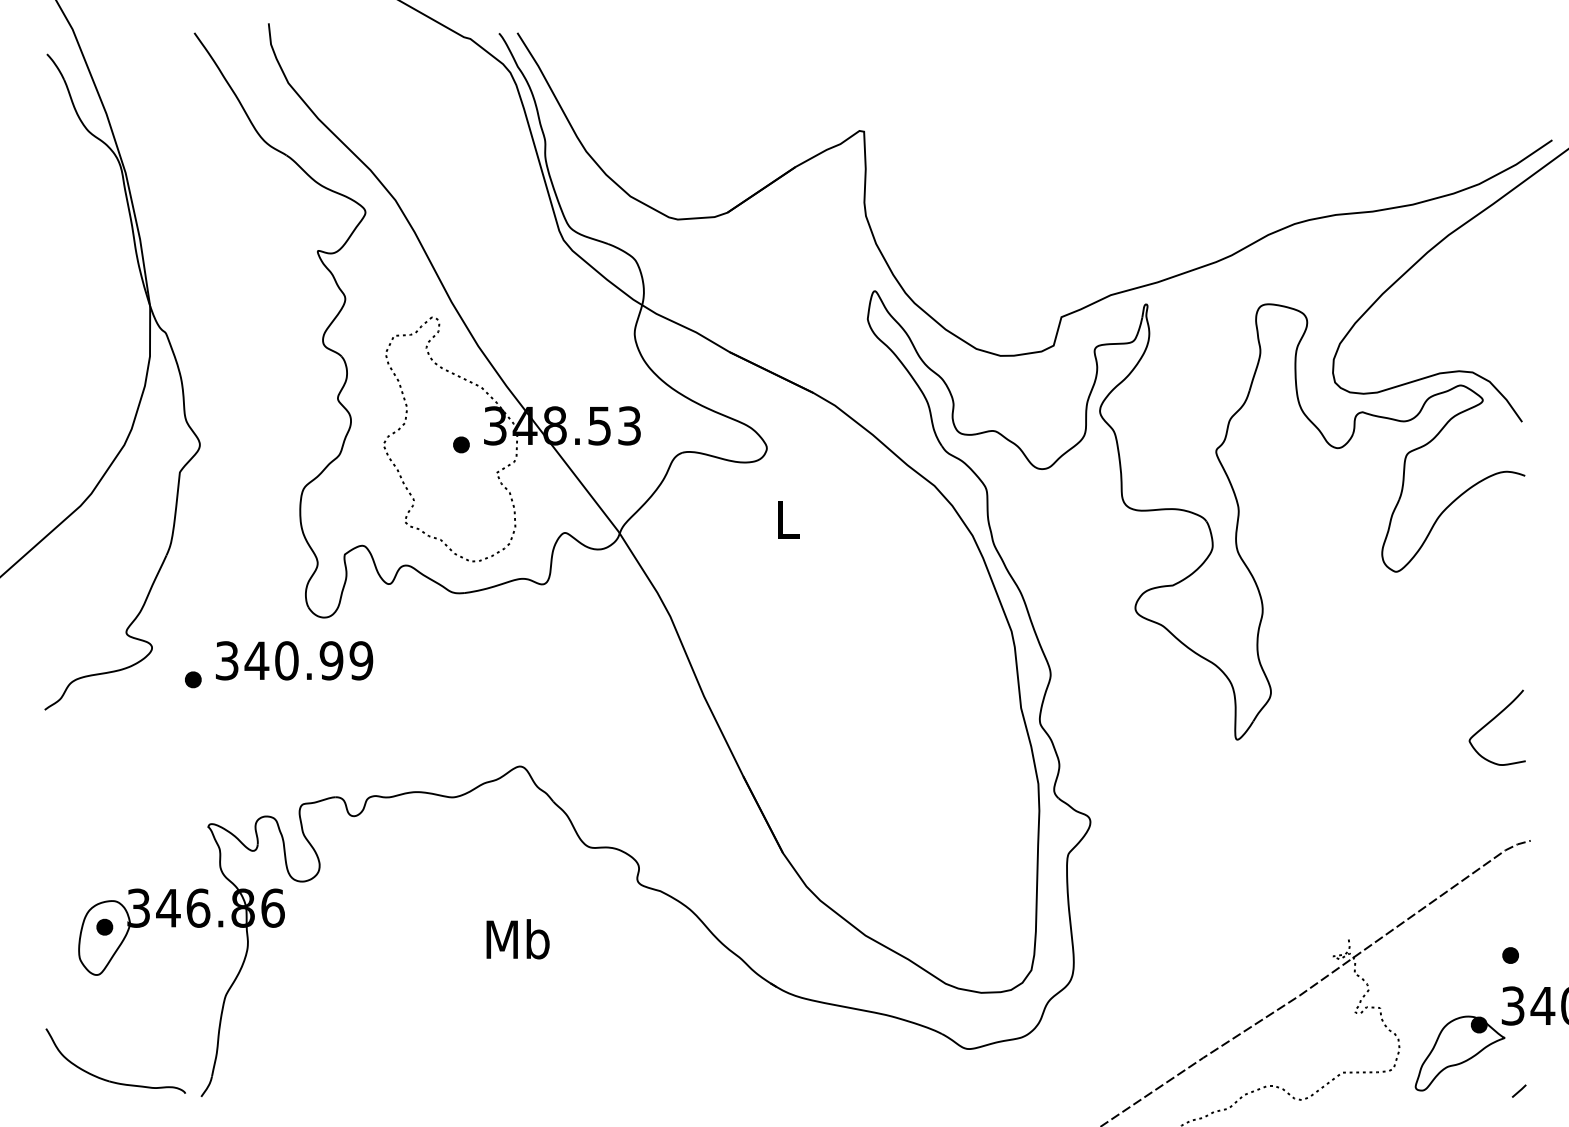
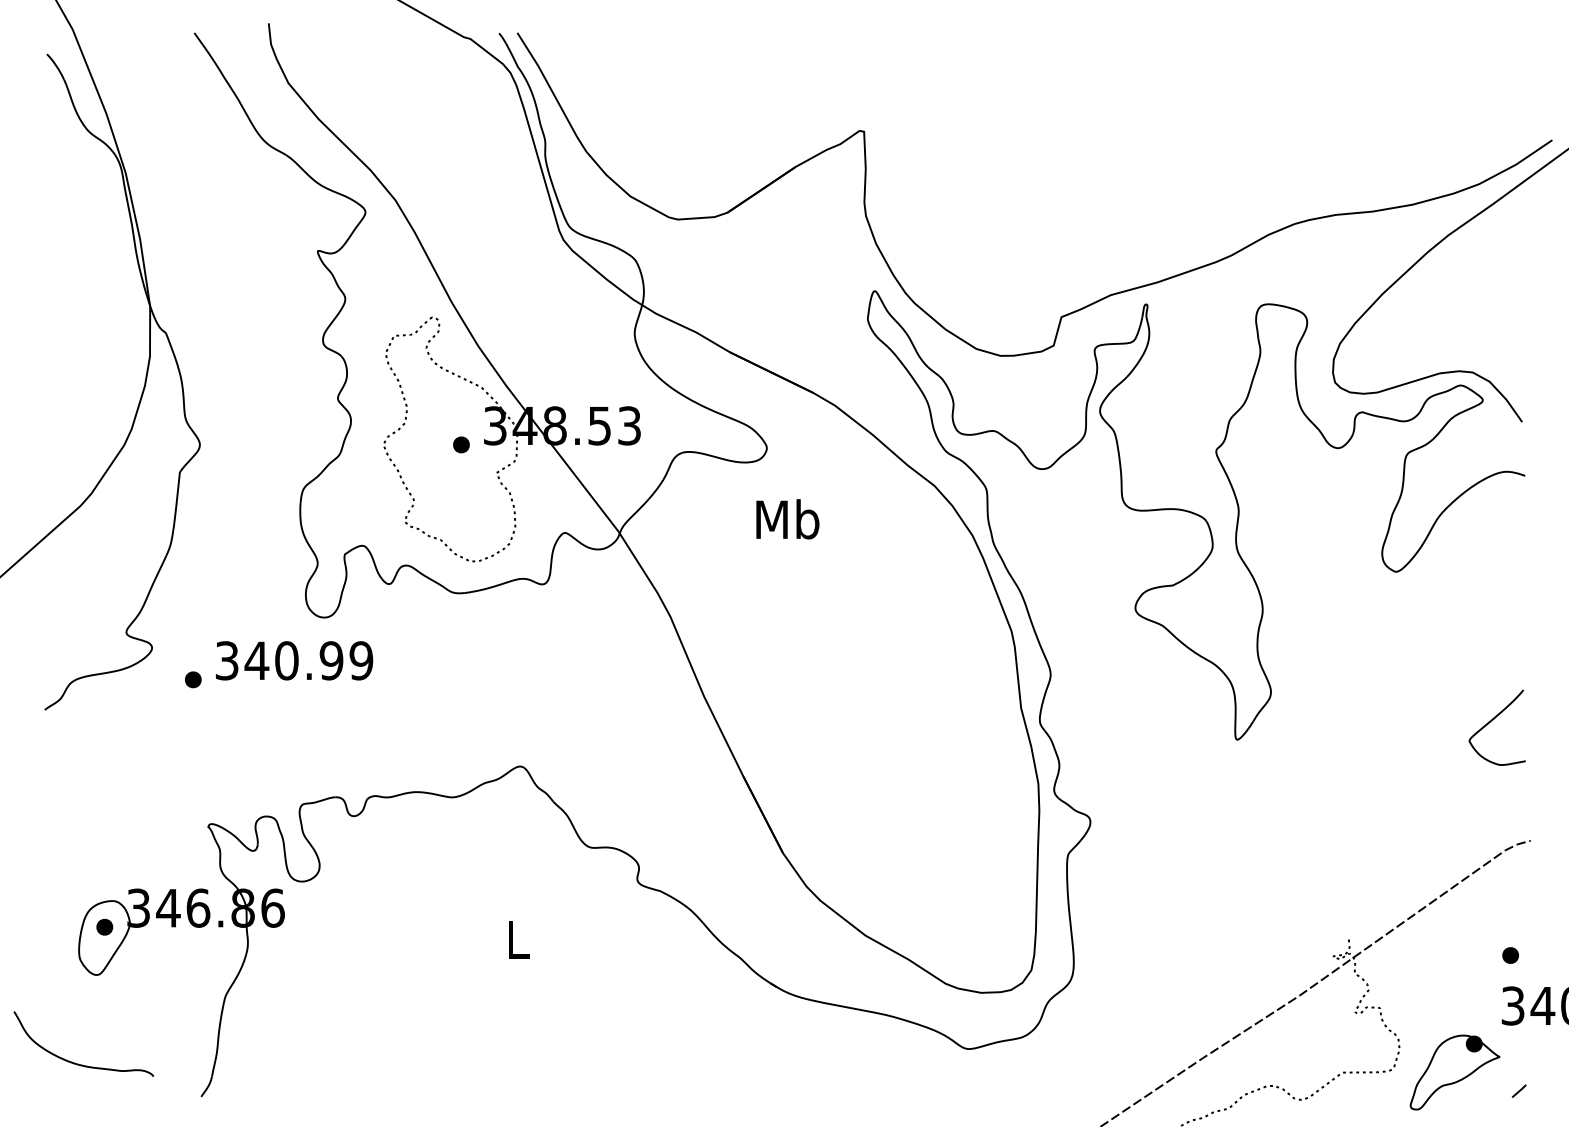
text at (787, 519): L -> Mb
text at (517, 939): Mb -> L
part at (1459, 1053) position: (1459, 1053) -> (1454, 1072)
part at (107, 1079) position: (107, 1079) -> (75, 1062)
